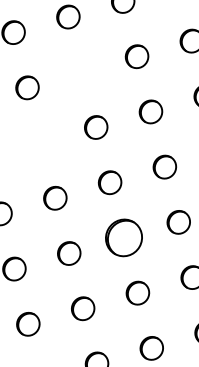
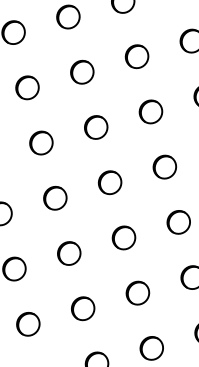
part at (82, 71): none -> present
part at (41, 142): none -> present
part at (123, 237) size: 38x40 px -> 26x26 px
